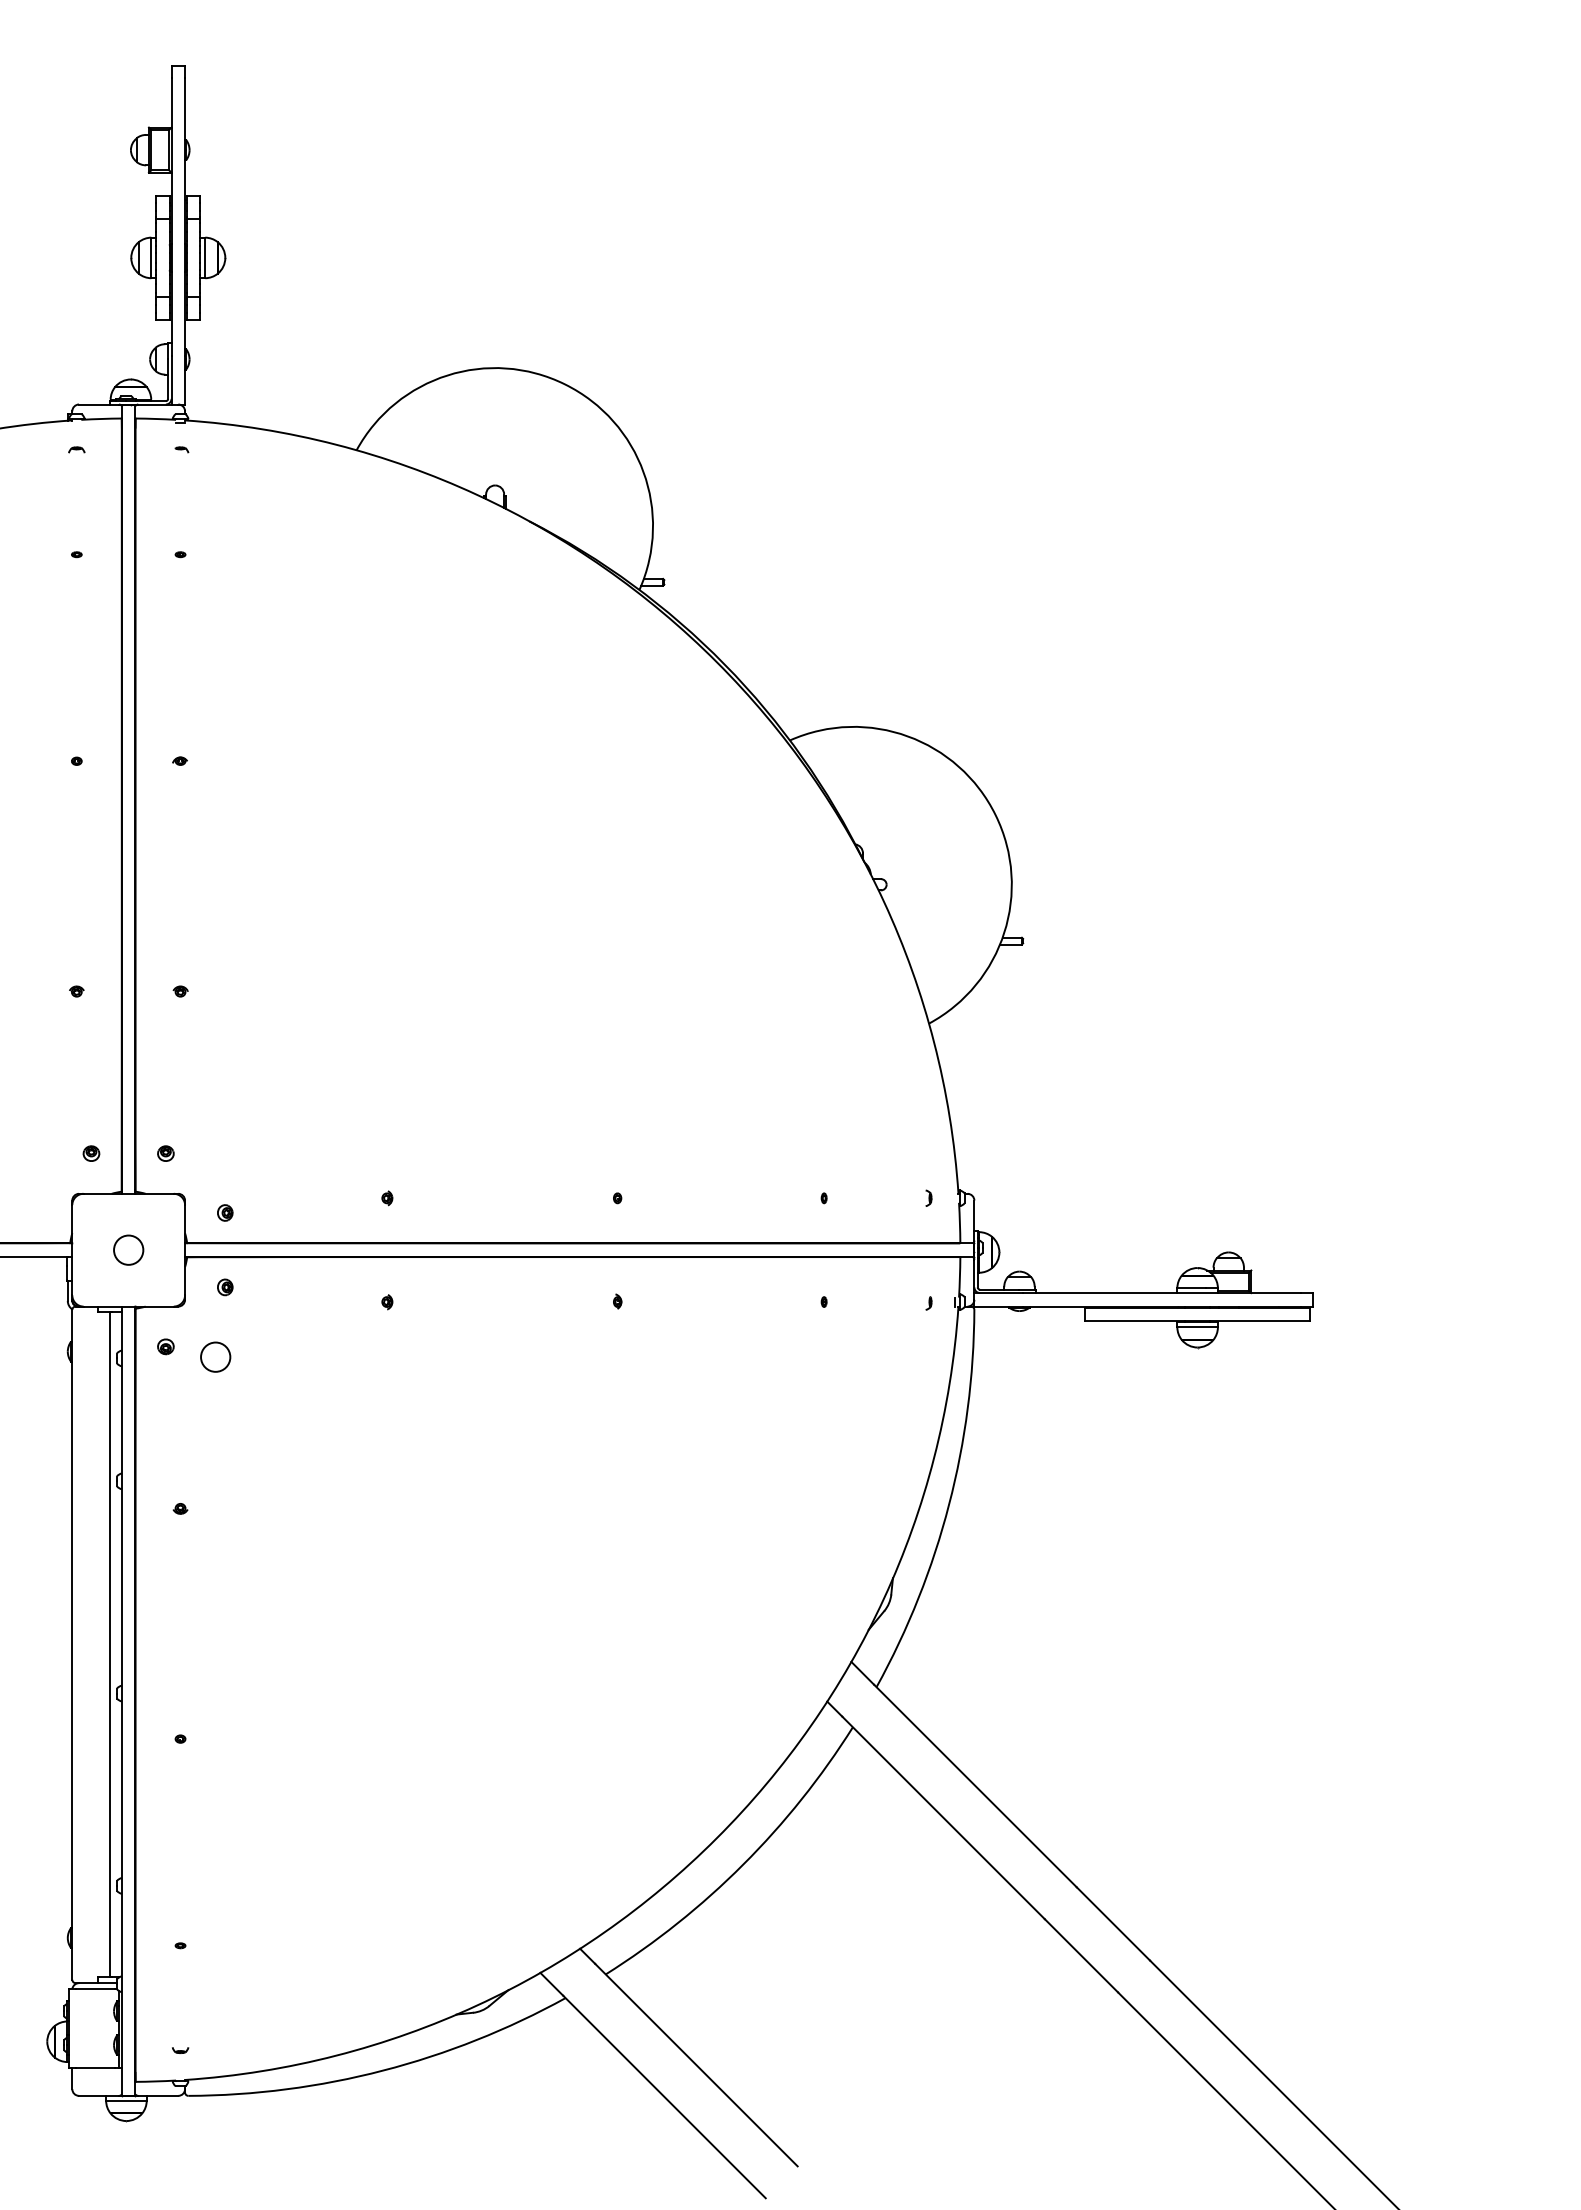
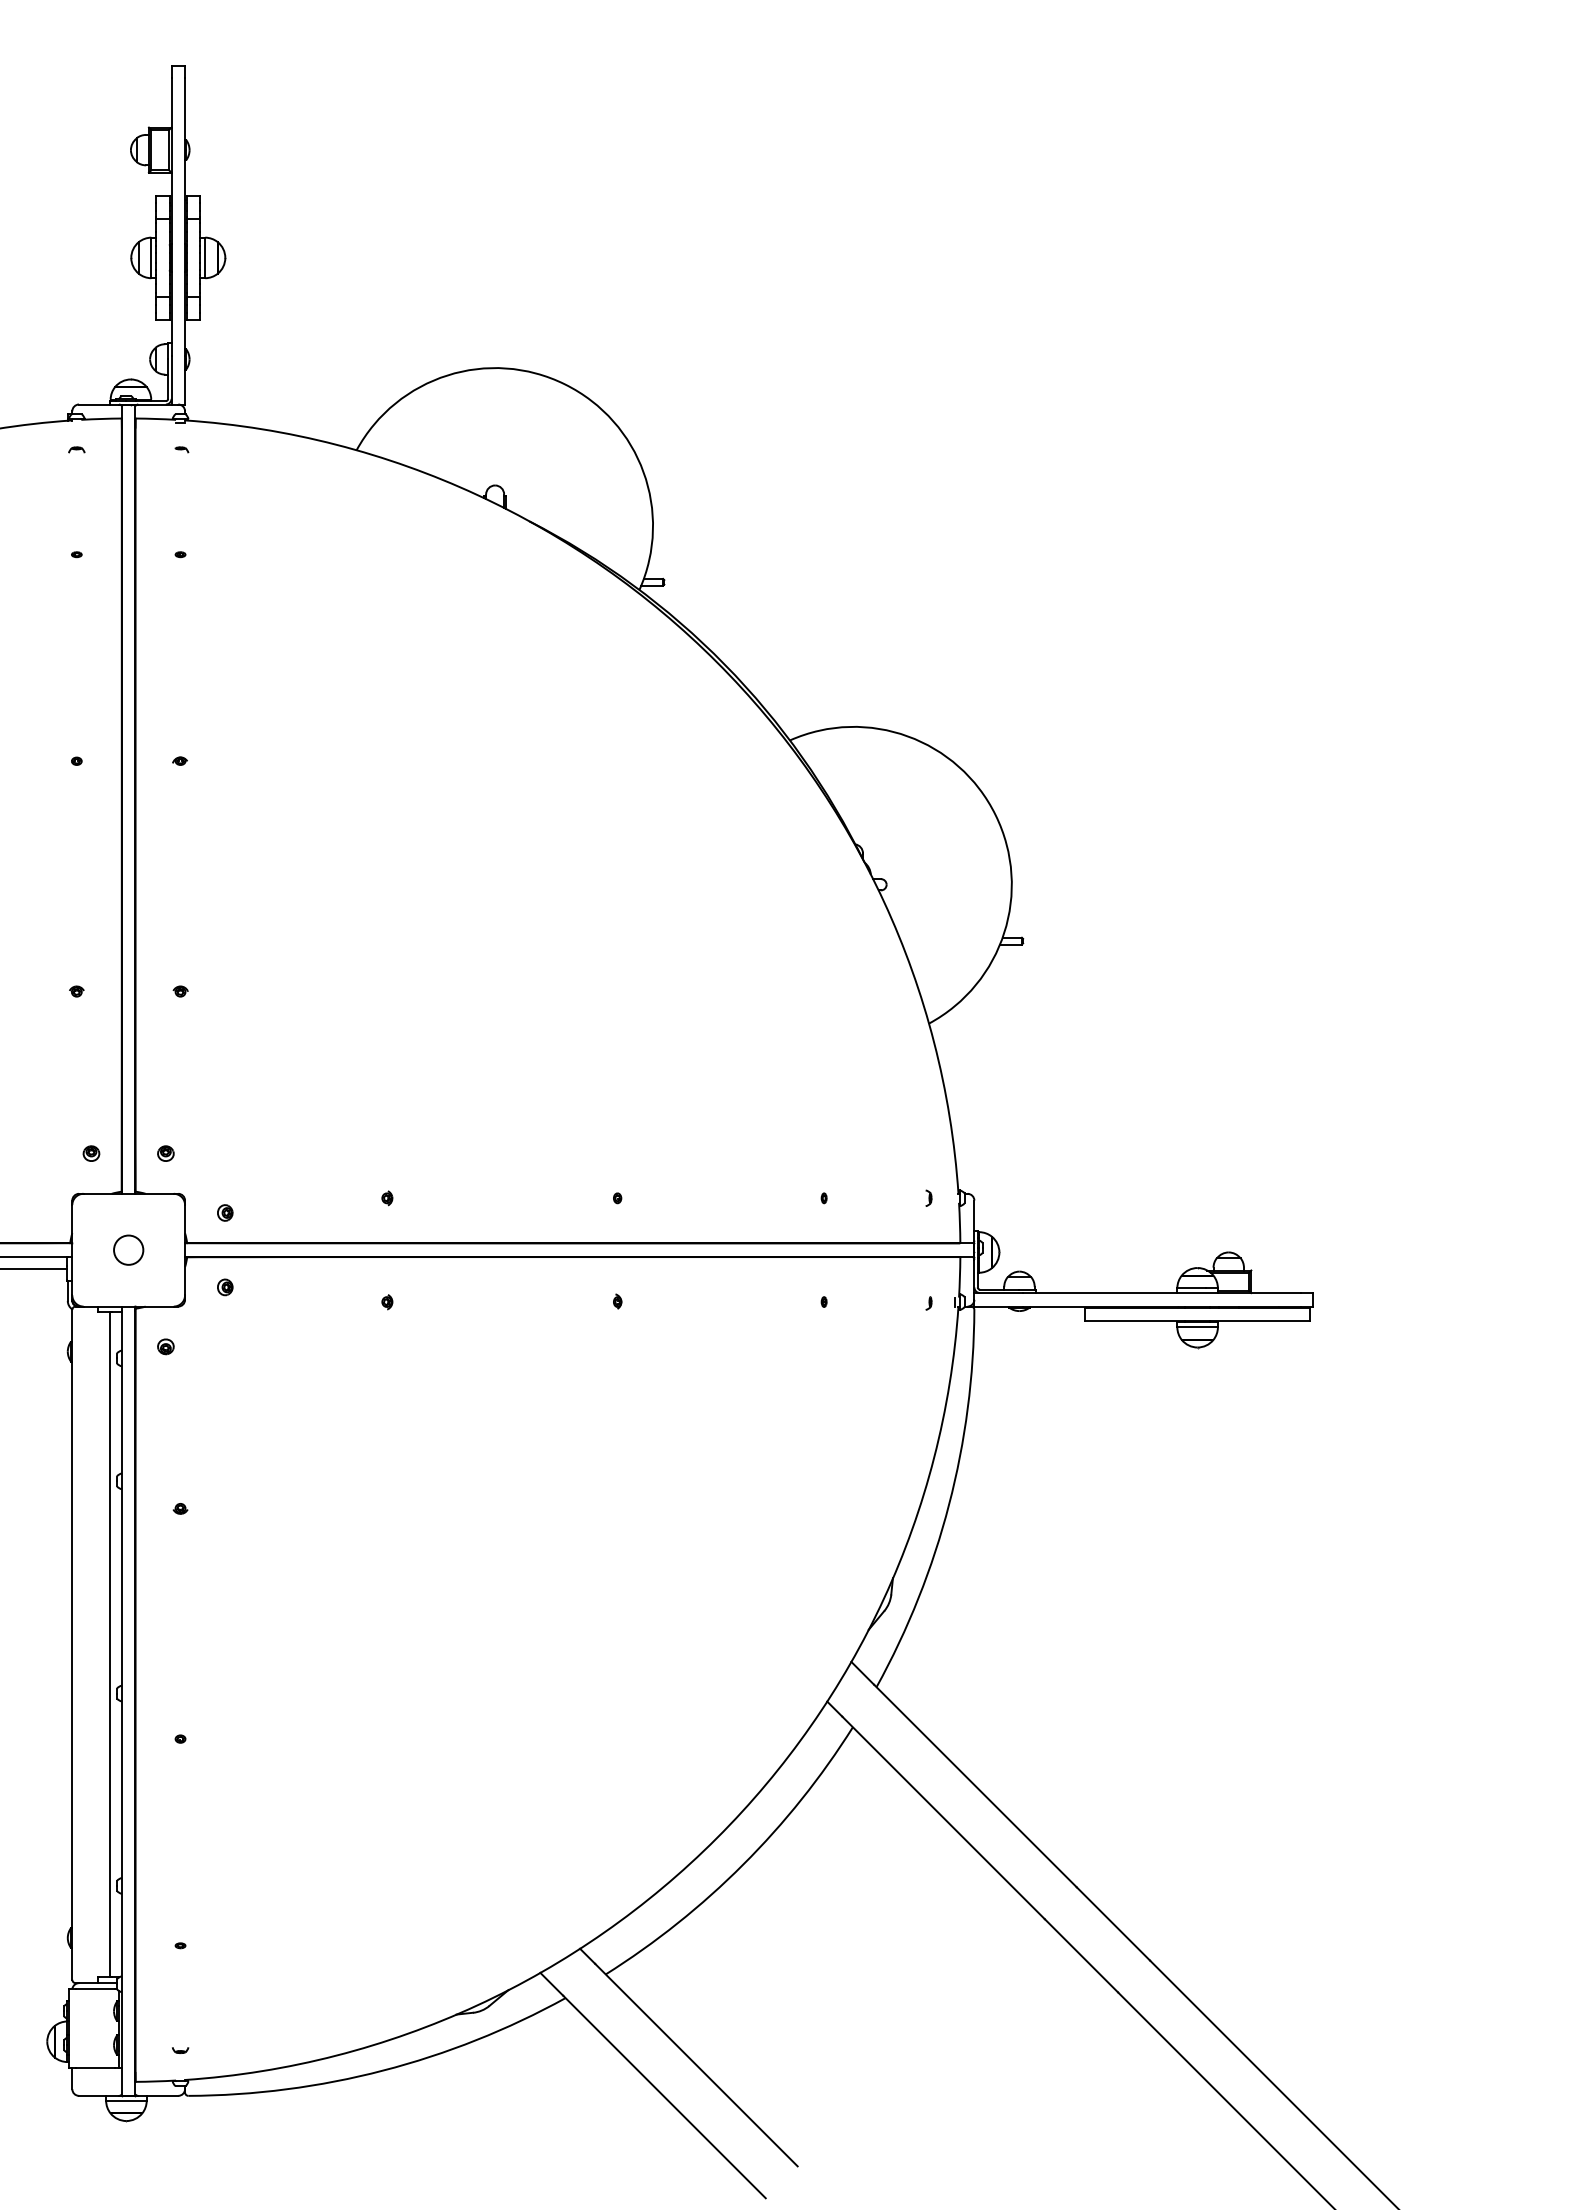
line at (34, 1269): none -> present
circle at (215, 1356): present -> none
